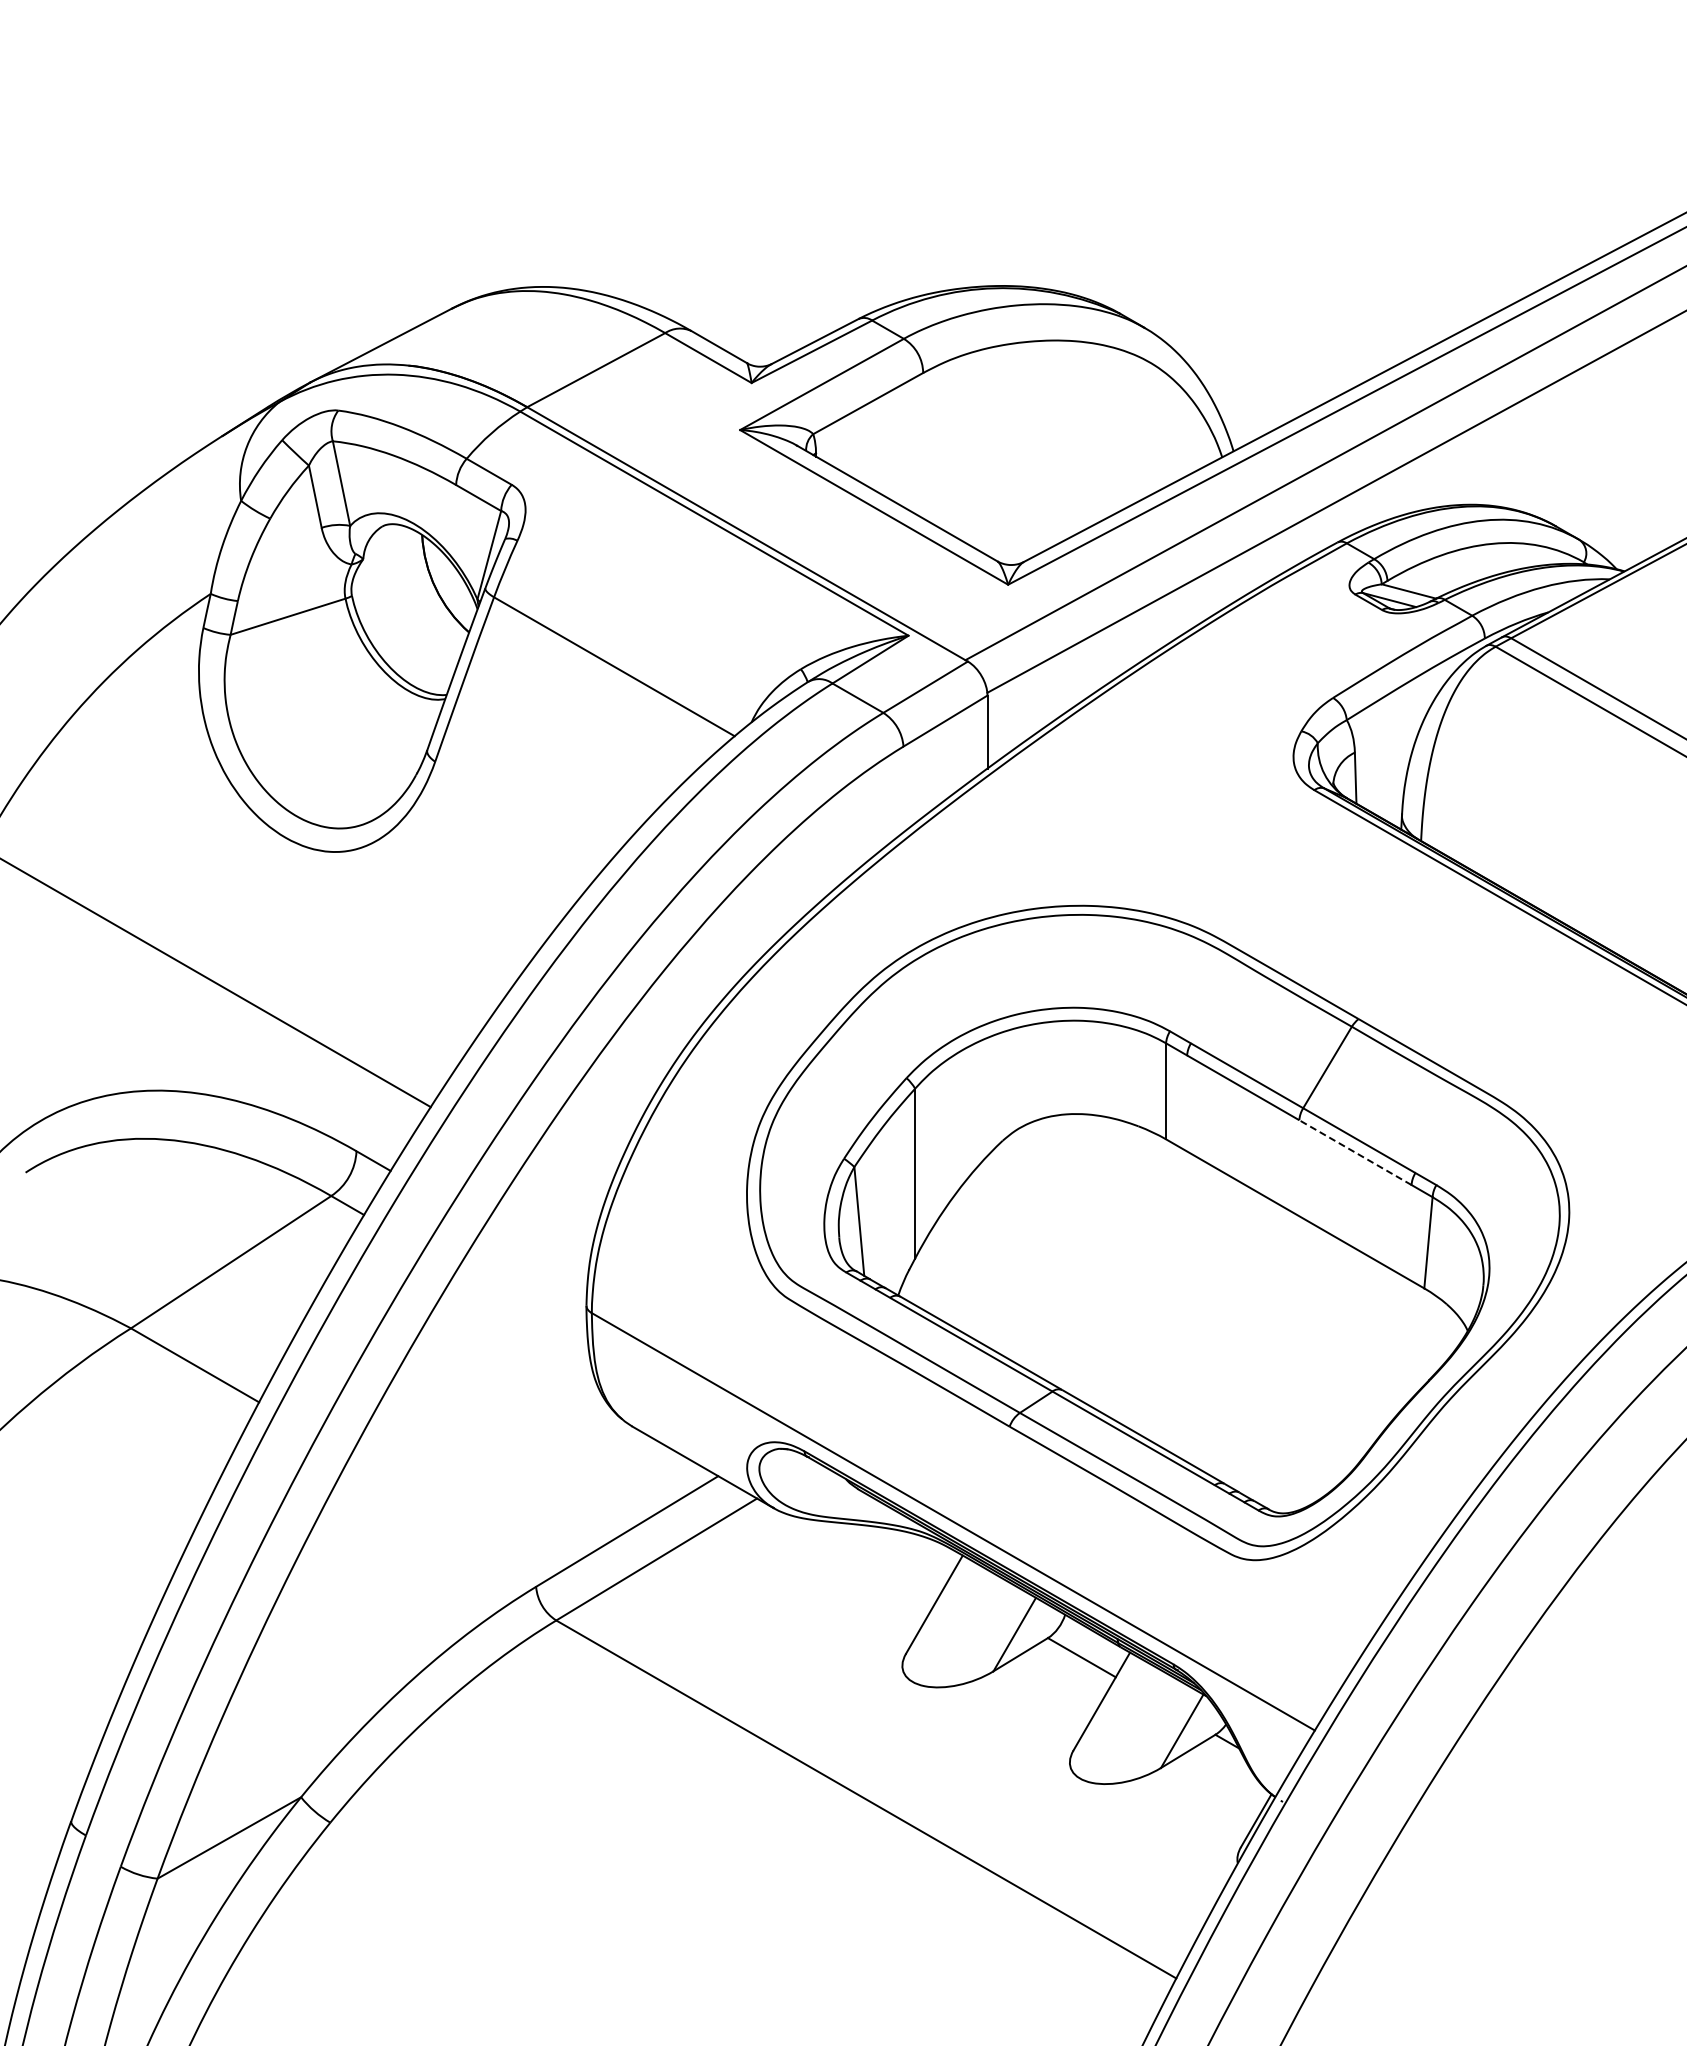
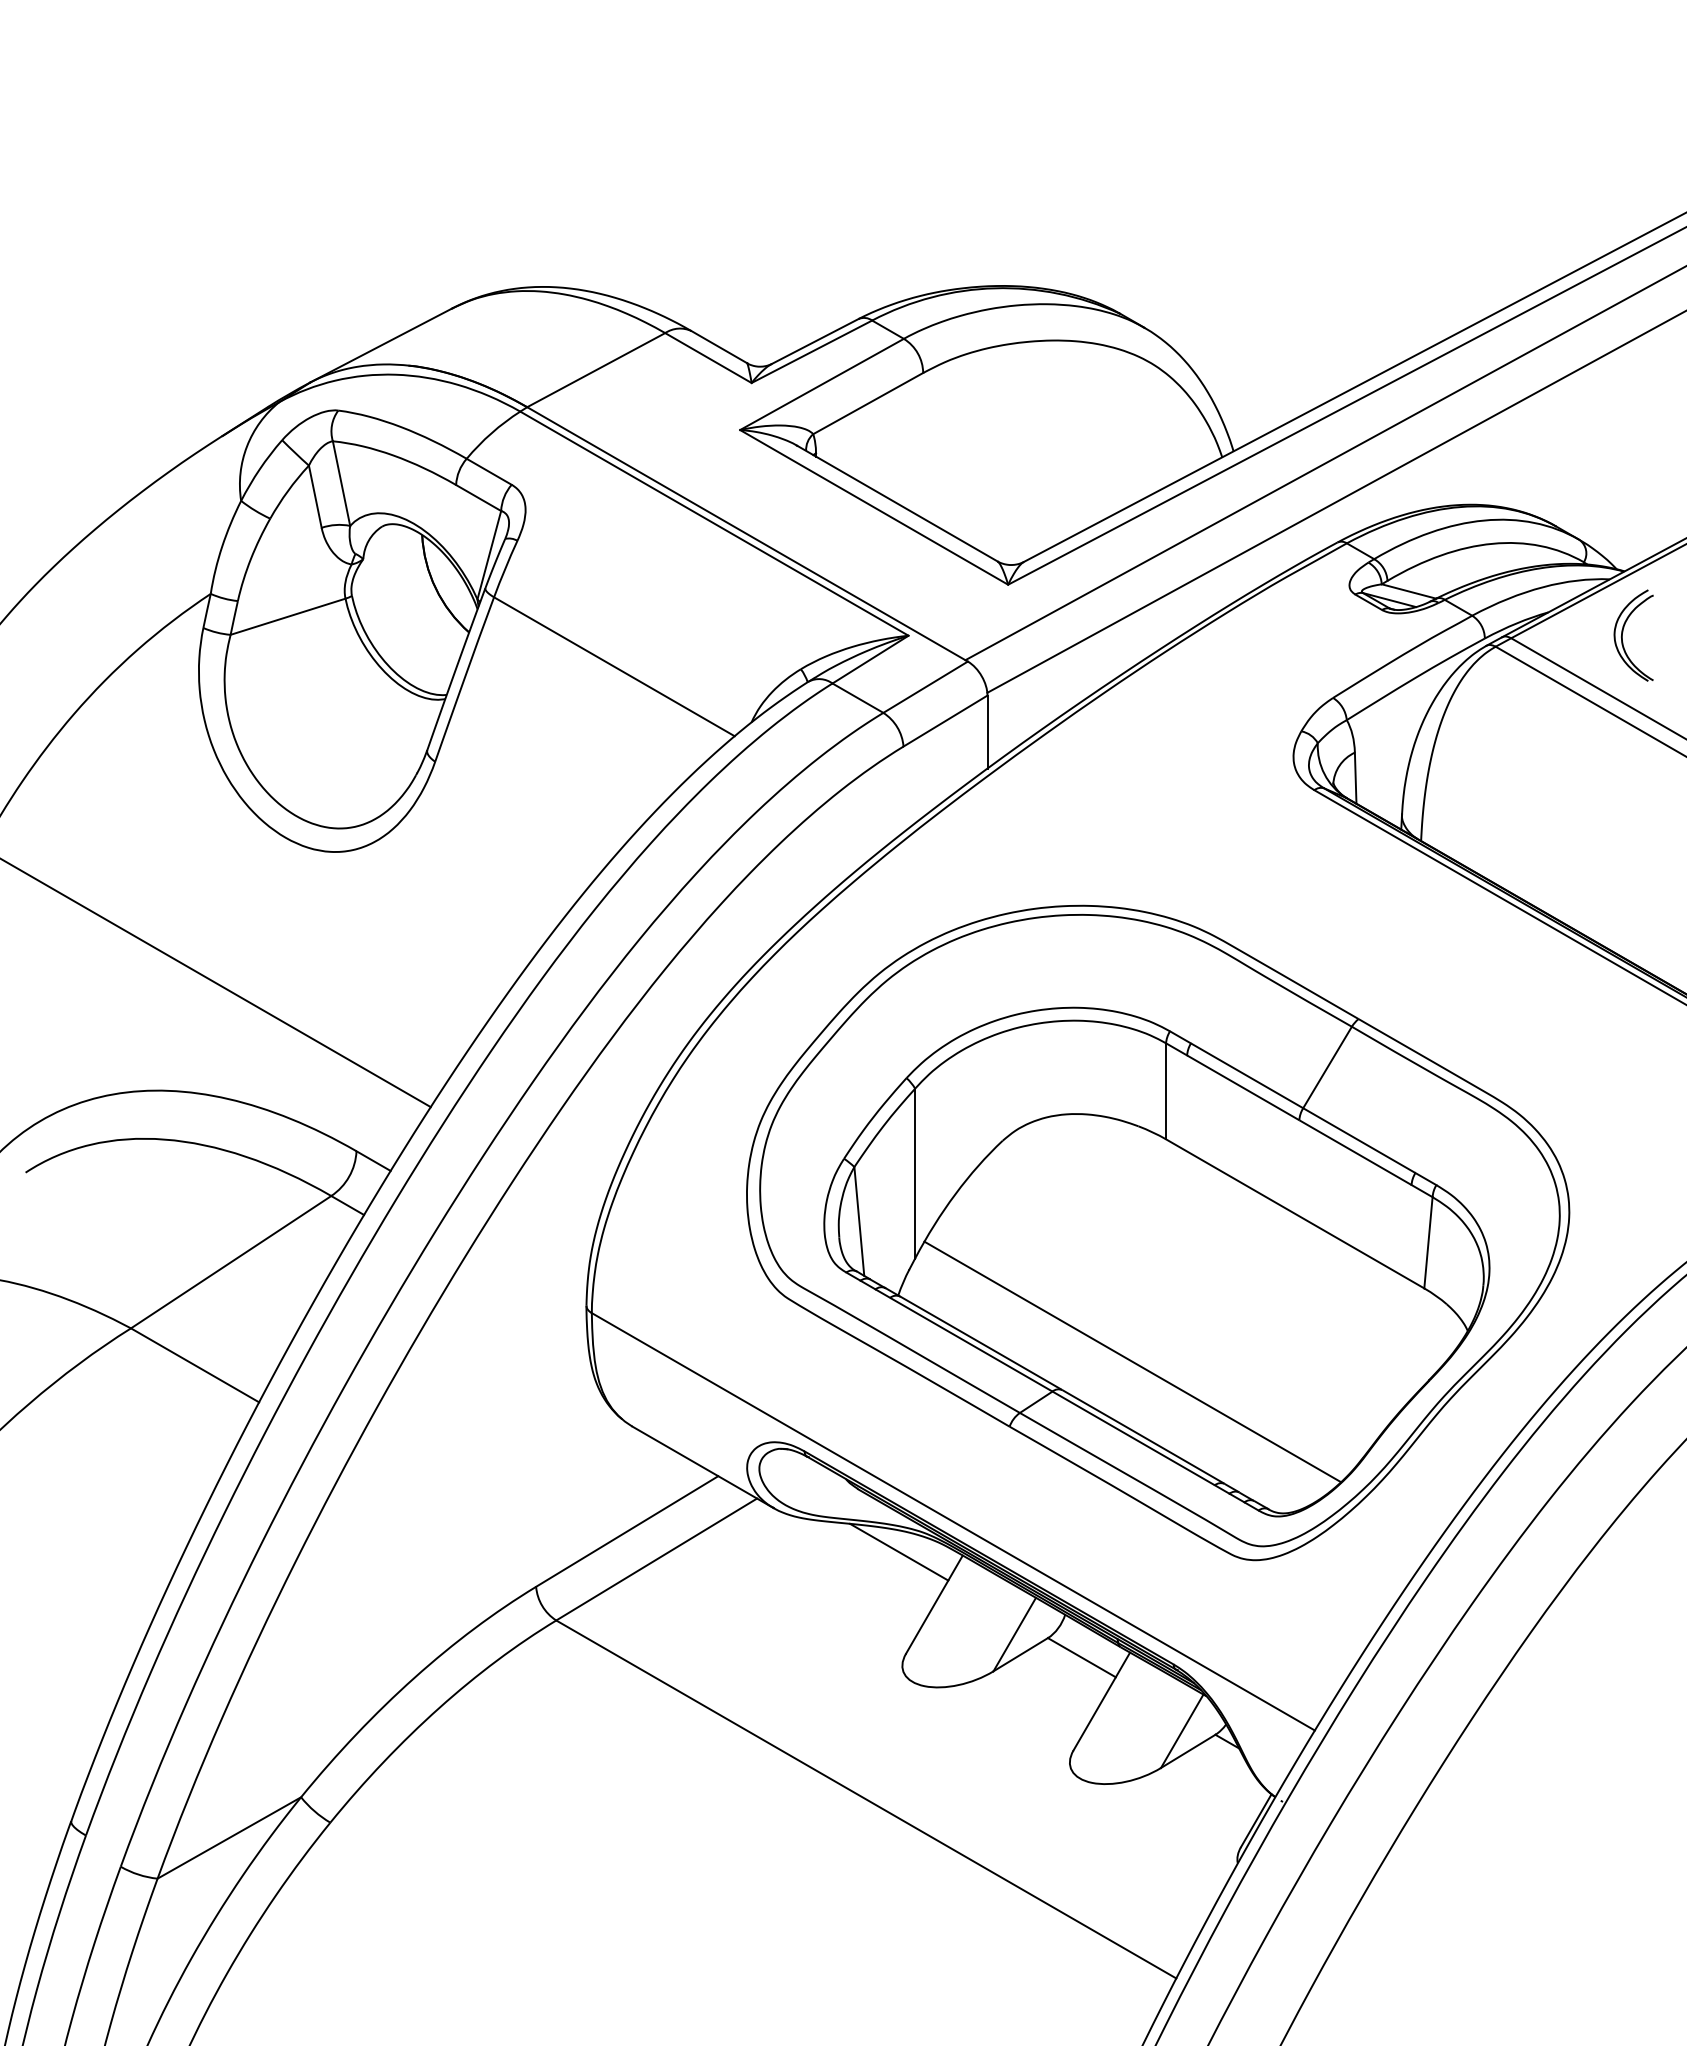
part at (1623, 632): none -> present
line at (1355, 1152): dashed -> solid
line at (1132, 1361): none -> present
line at (899, 1551): none -> present
